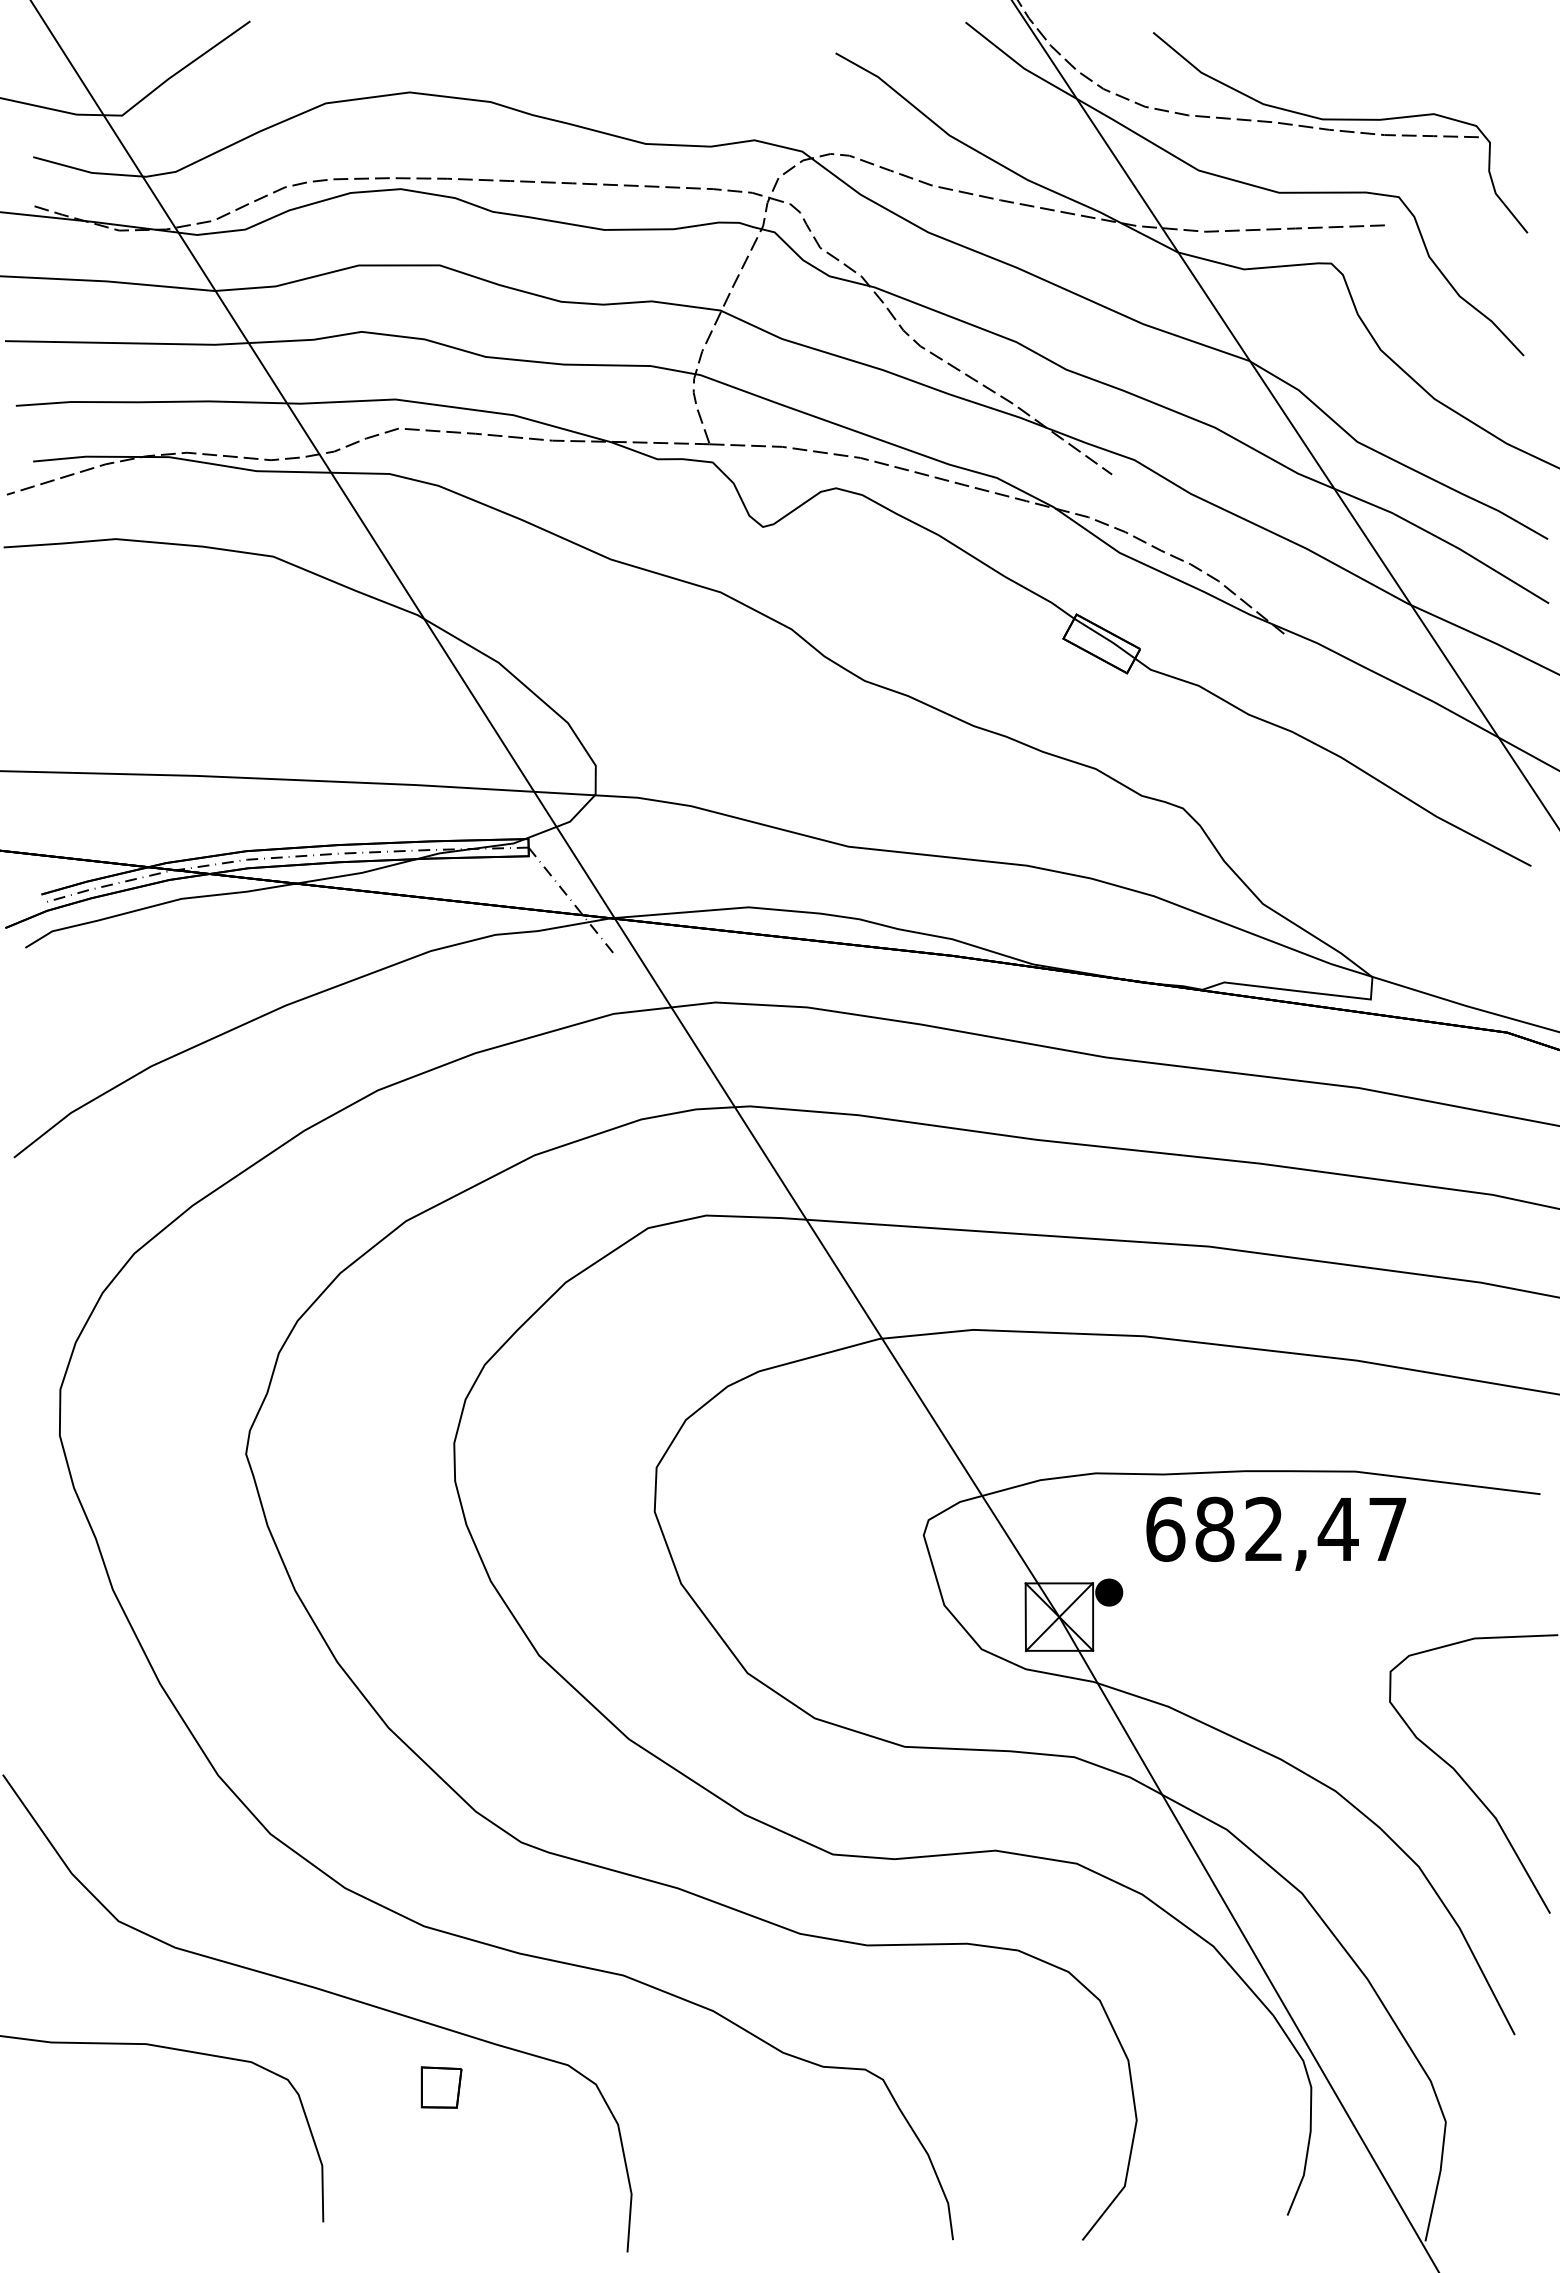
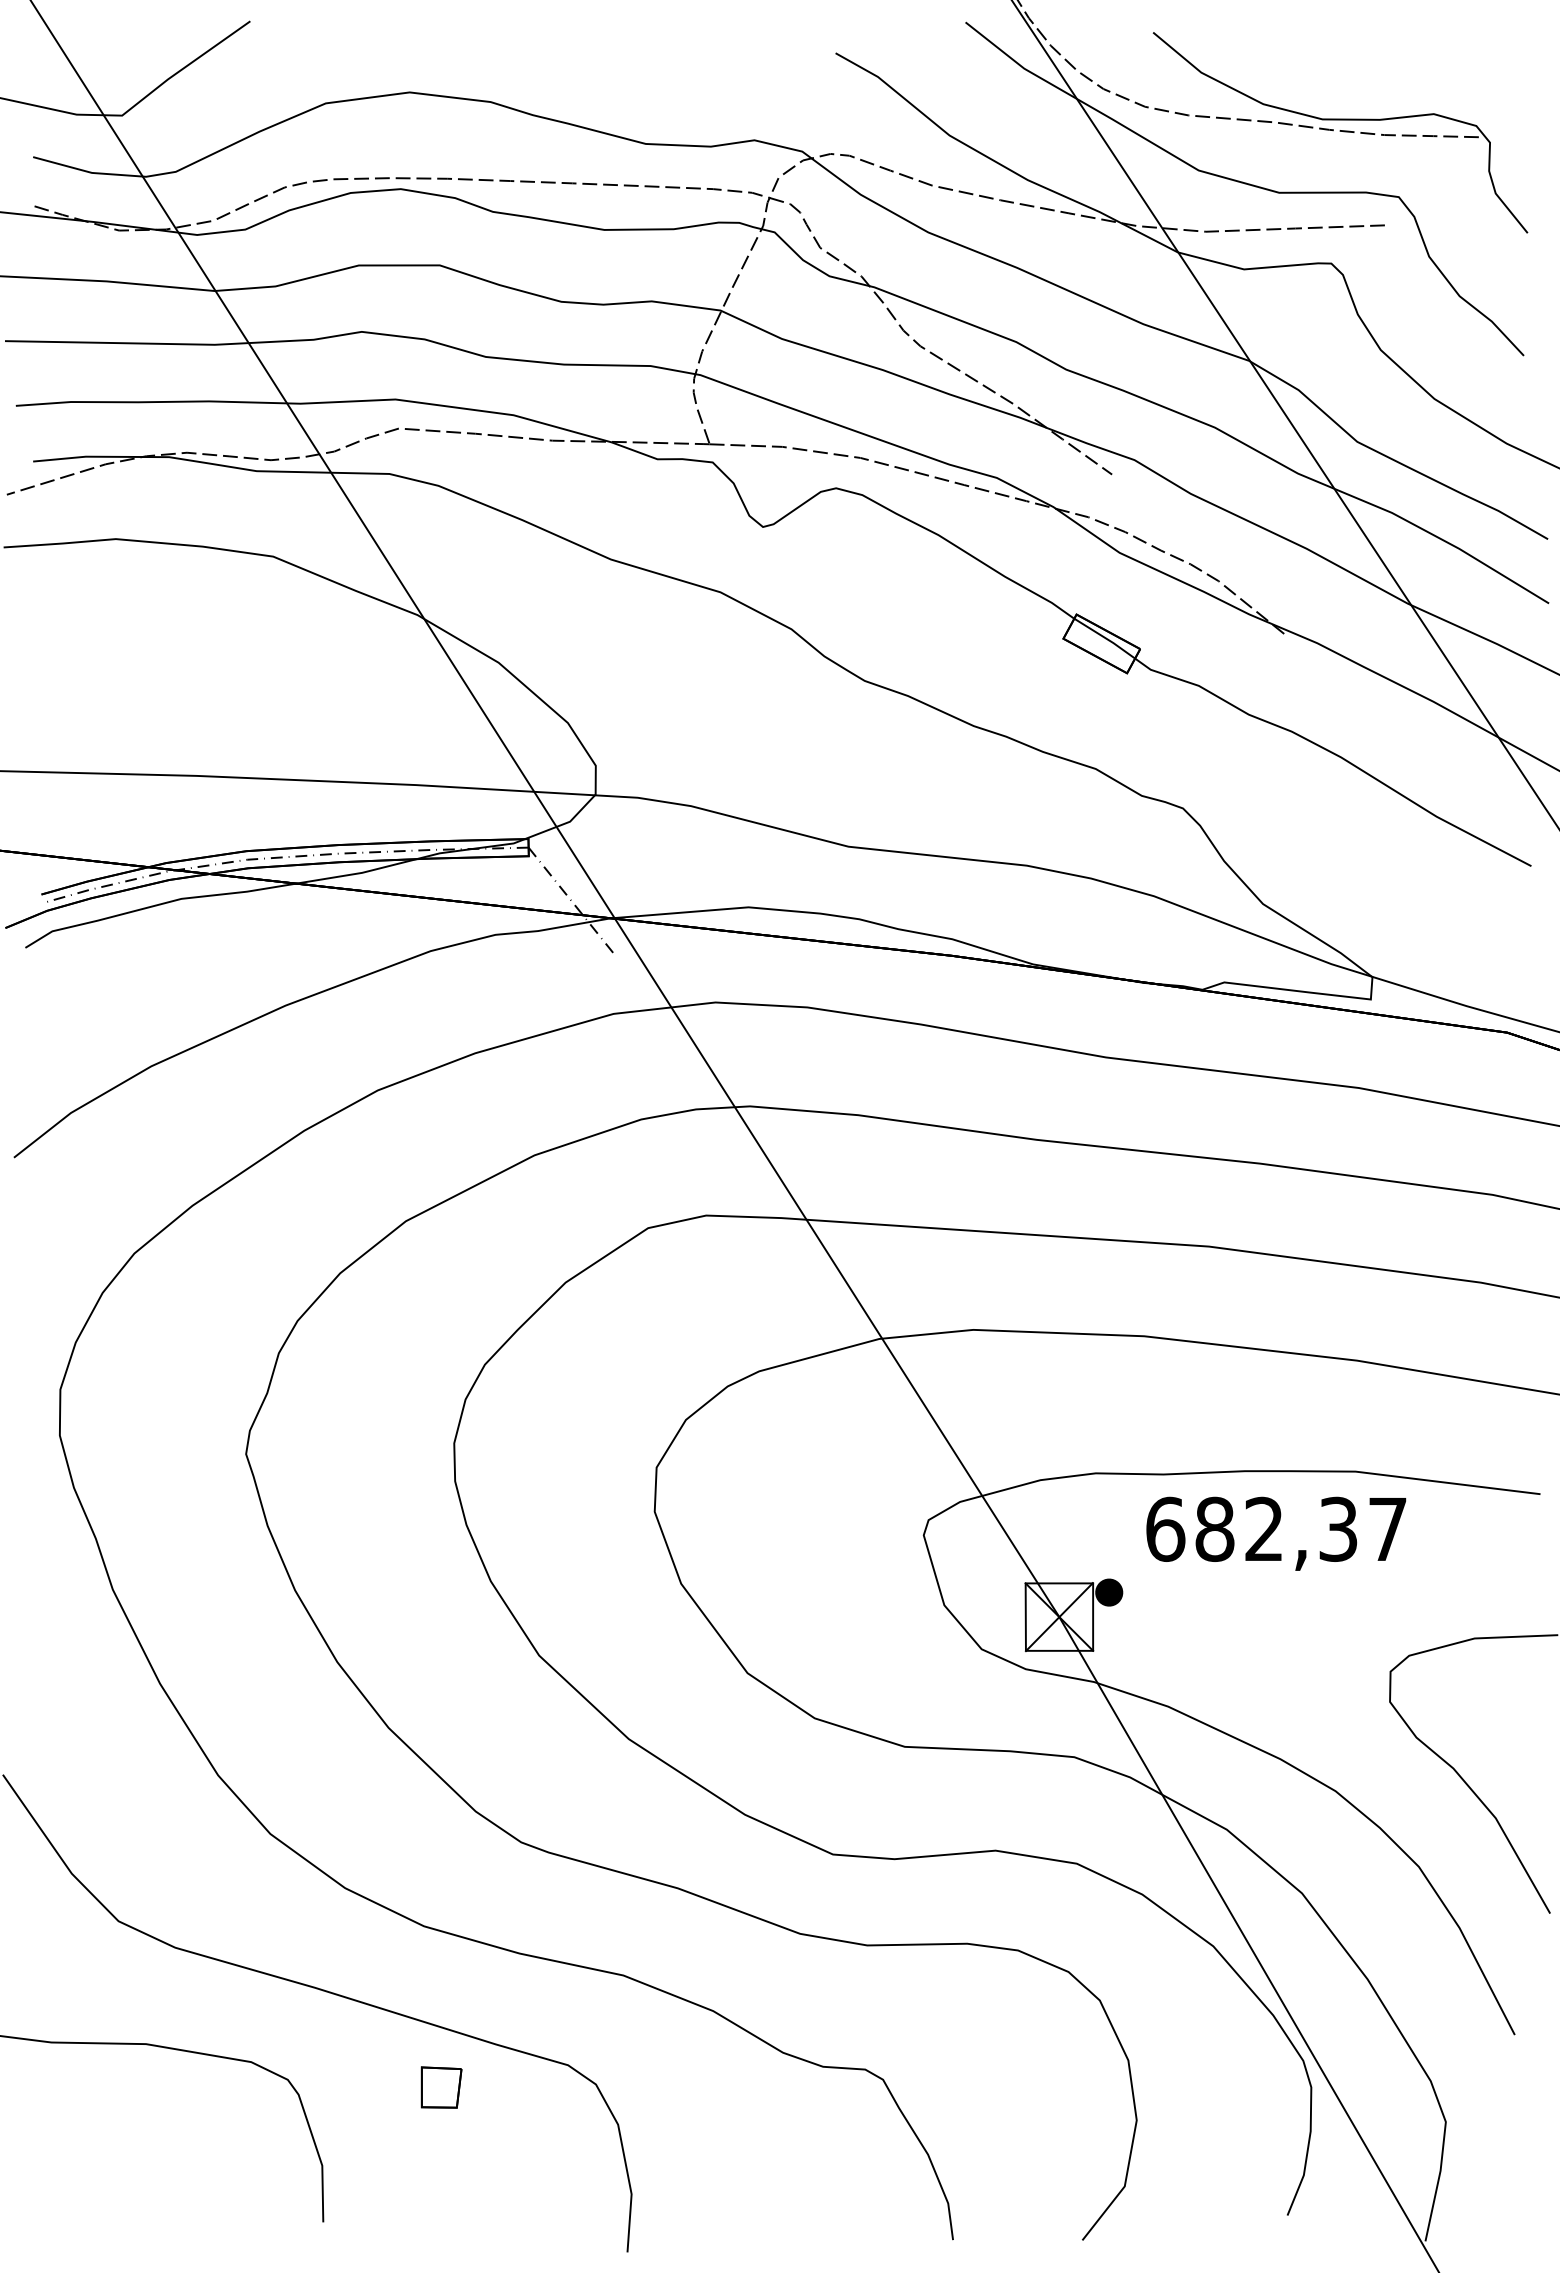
text at (1337, 1528): 682,47 -> 682,37
